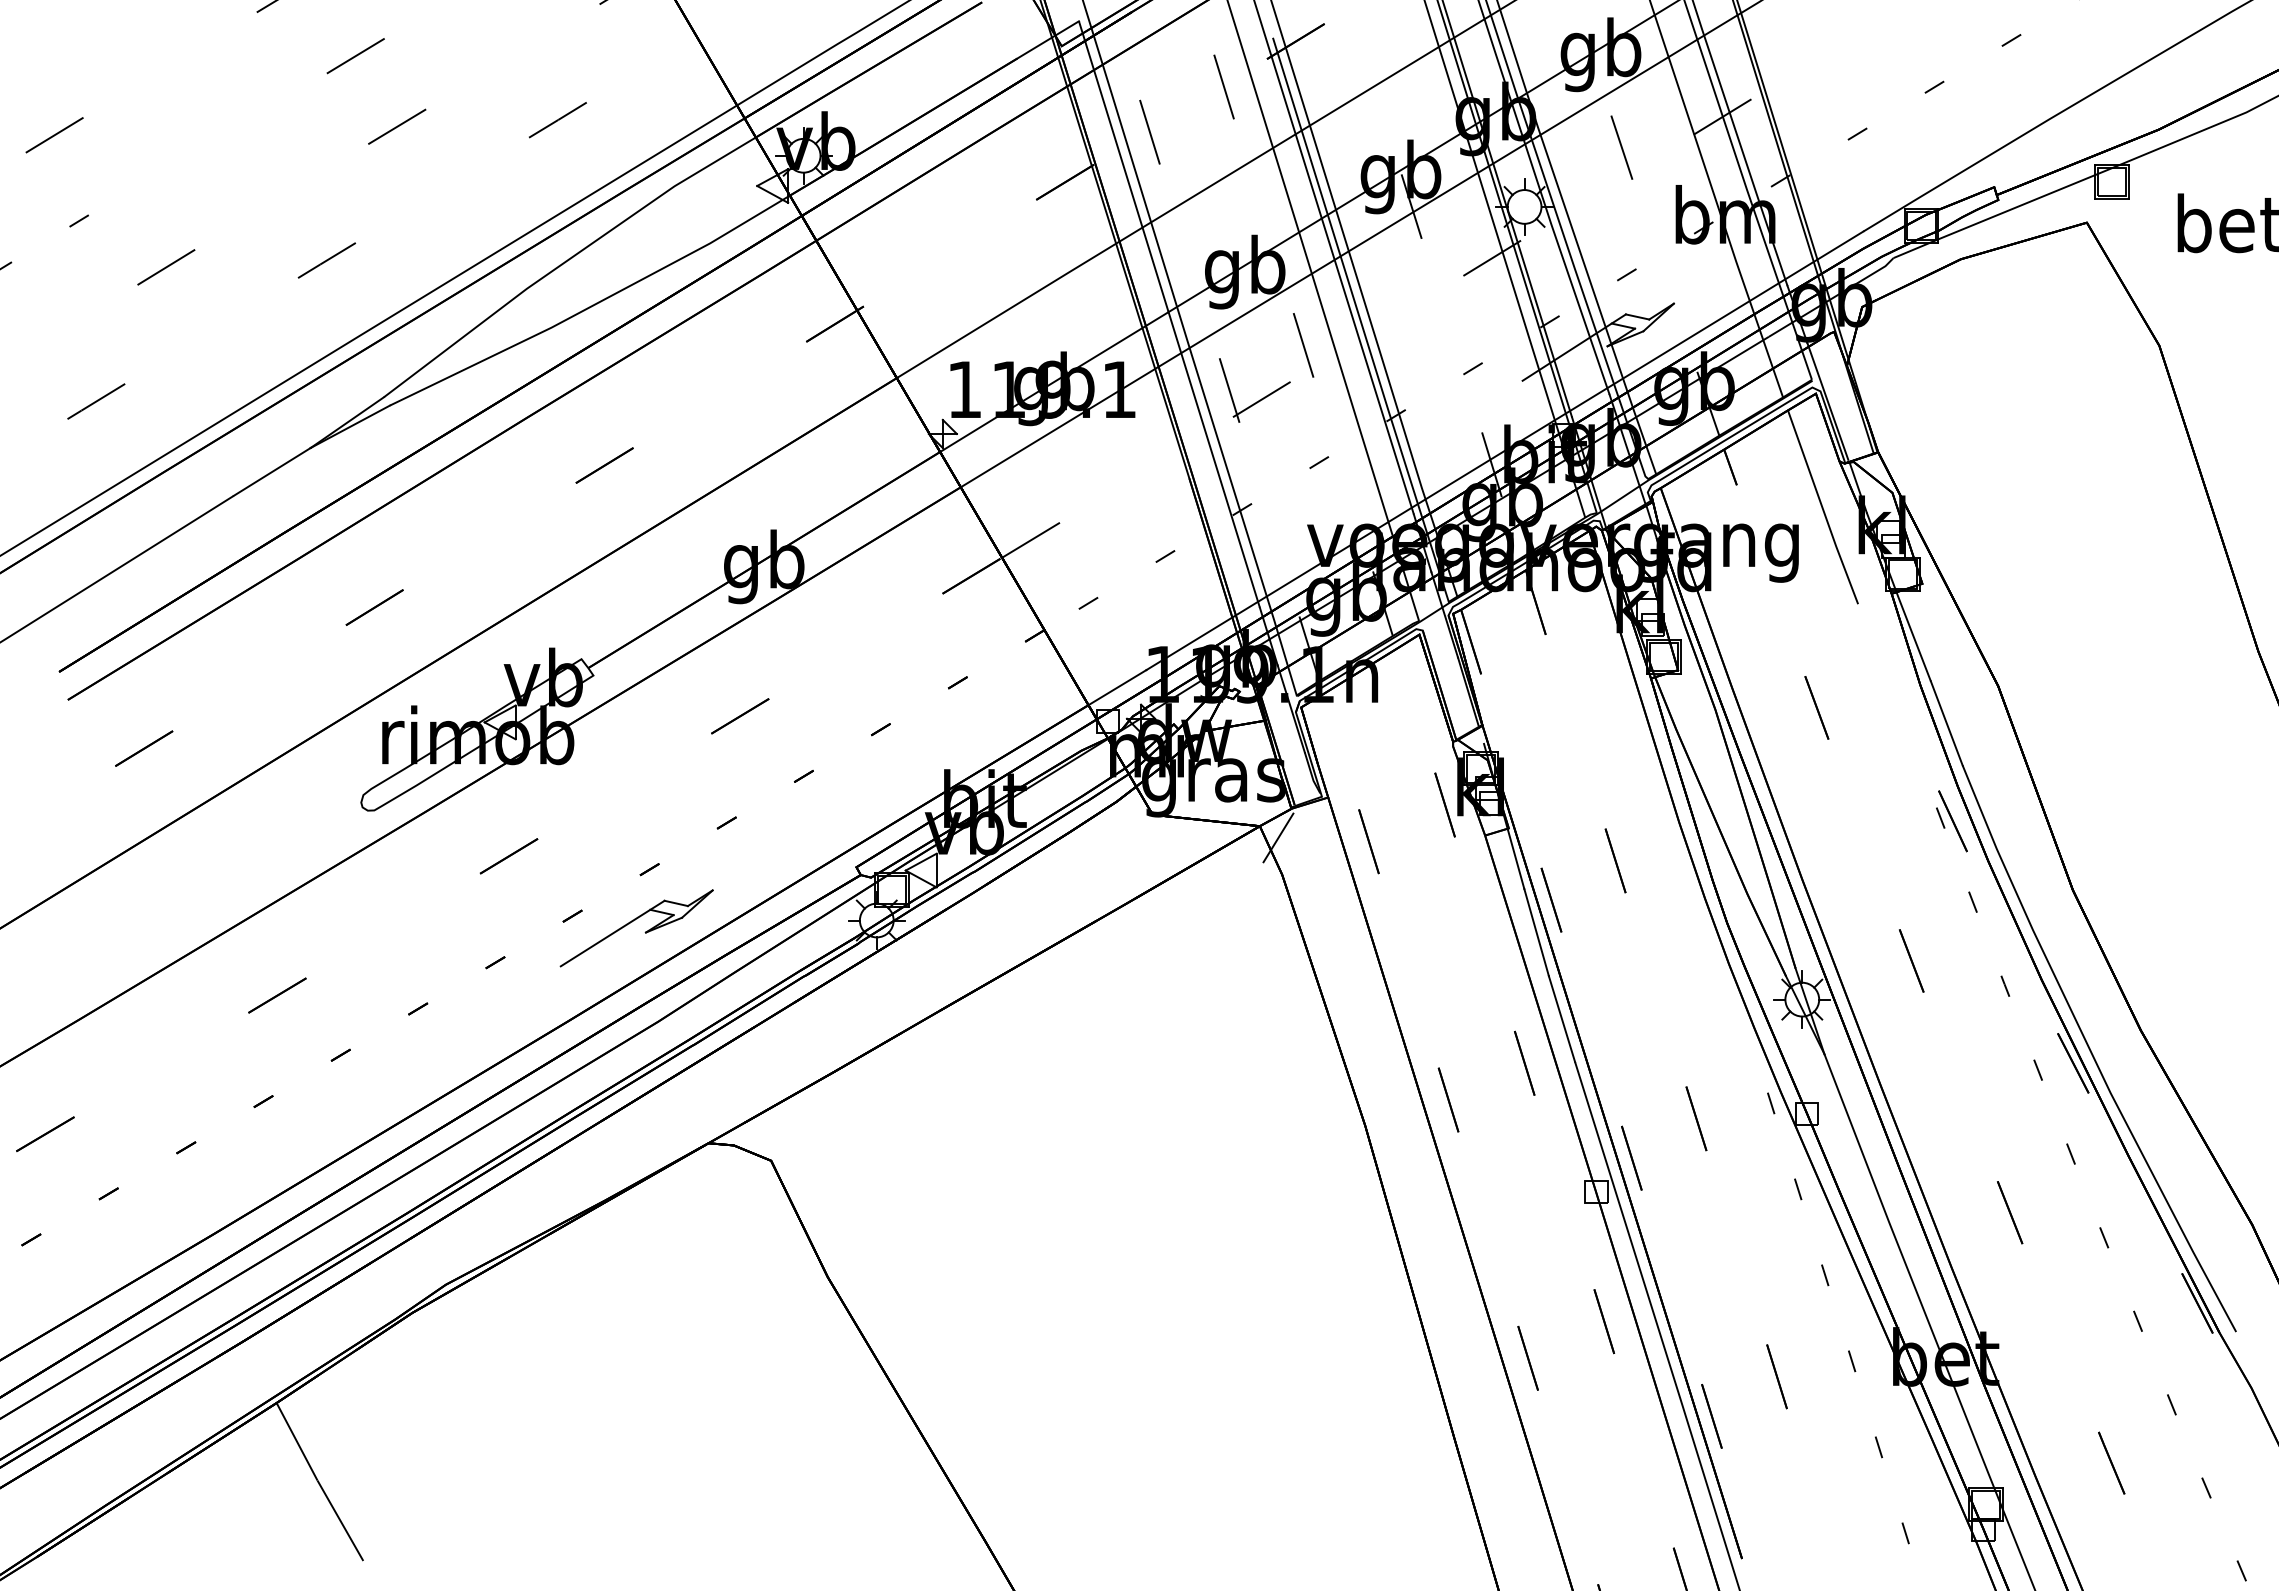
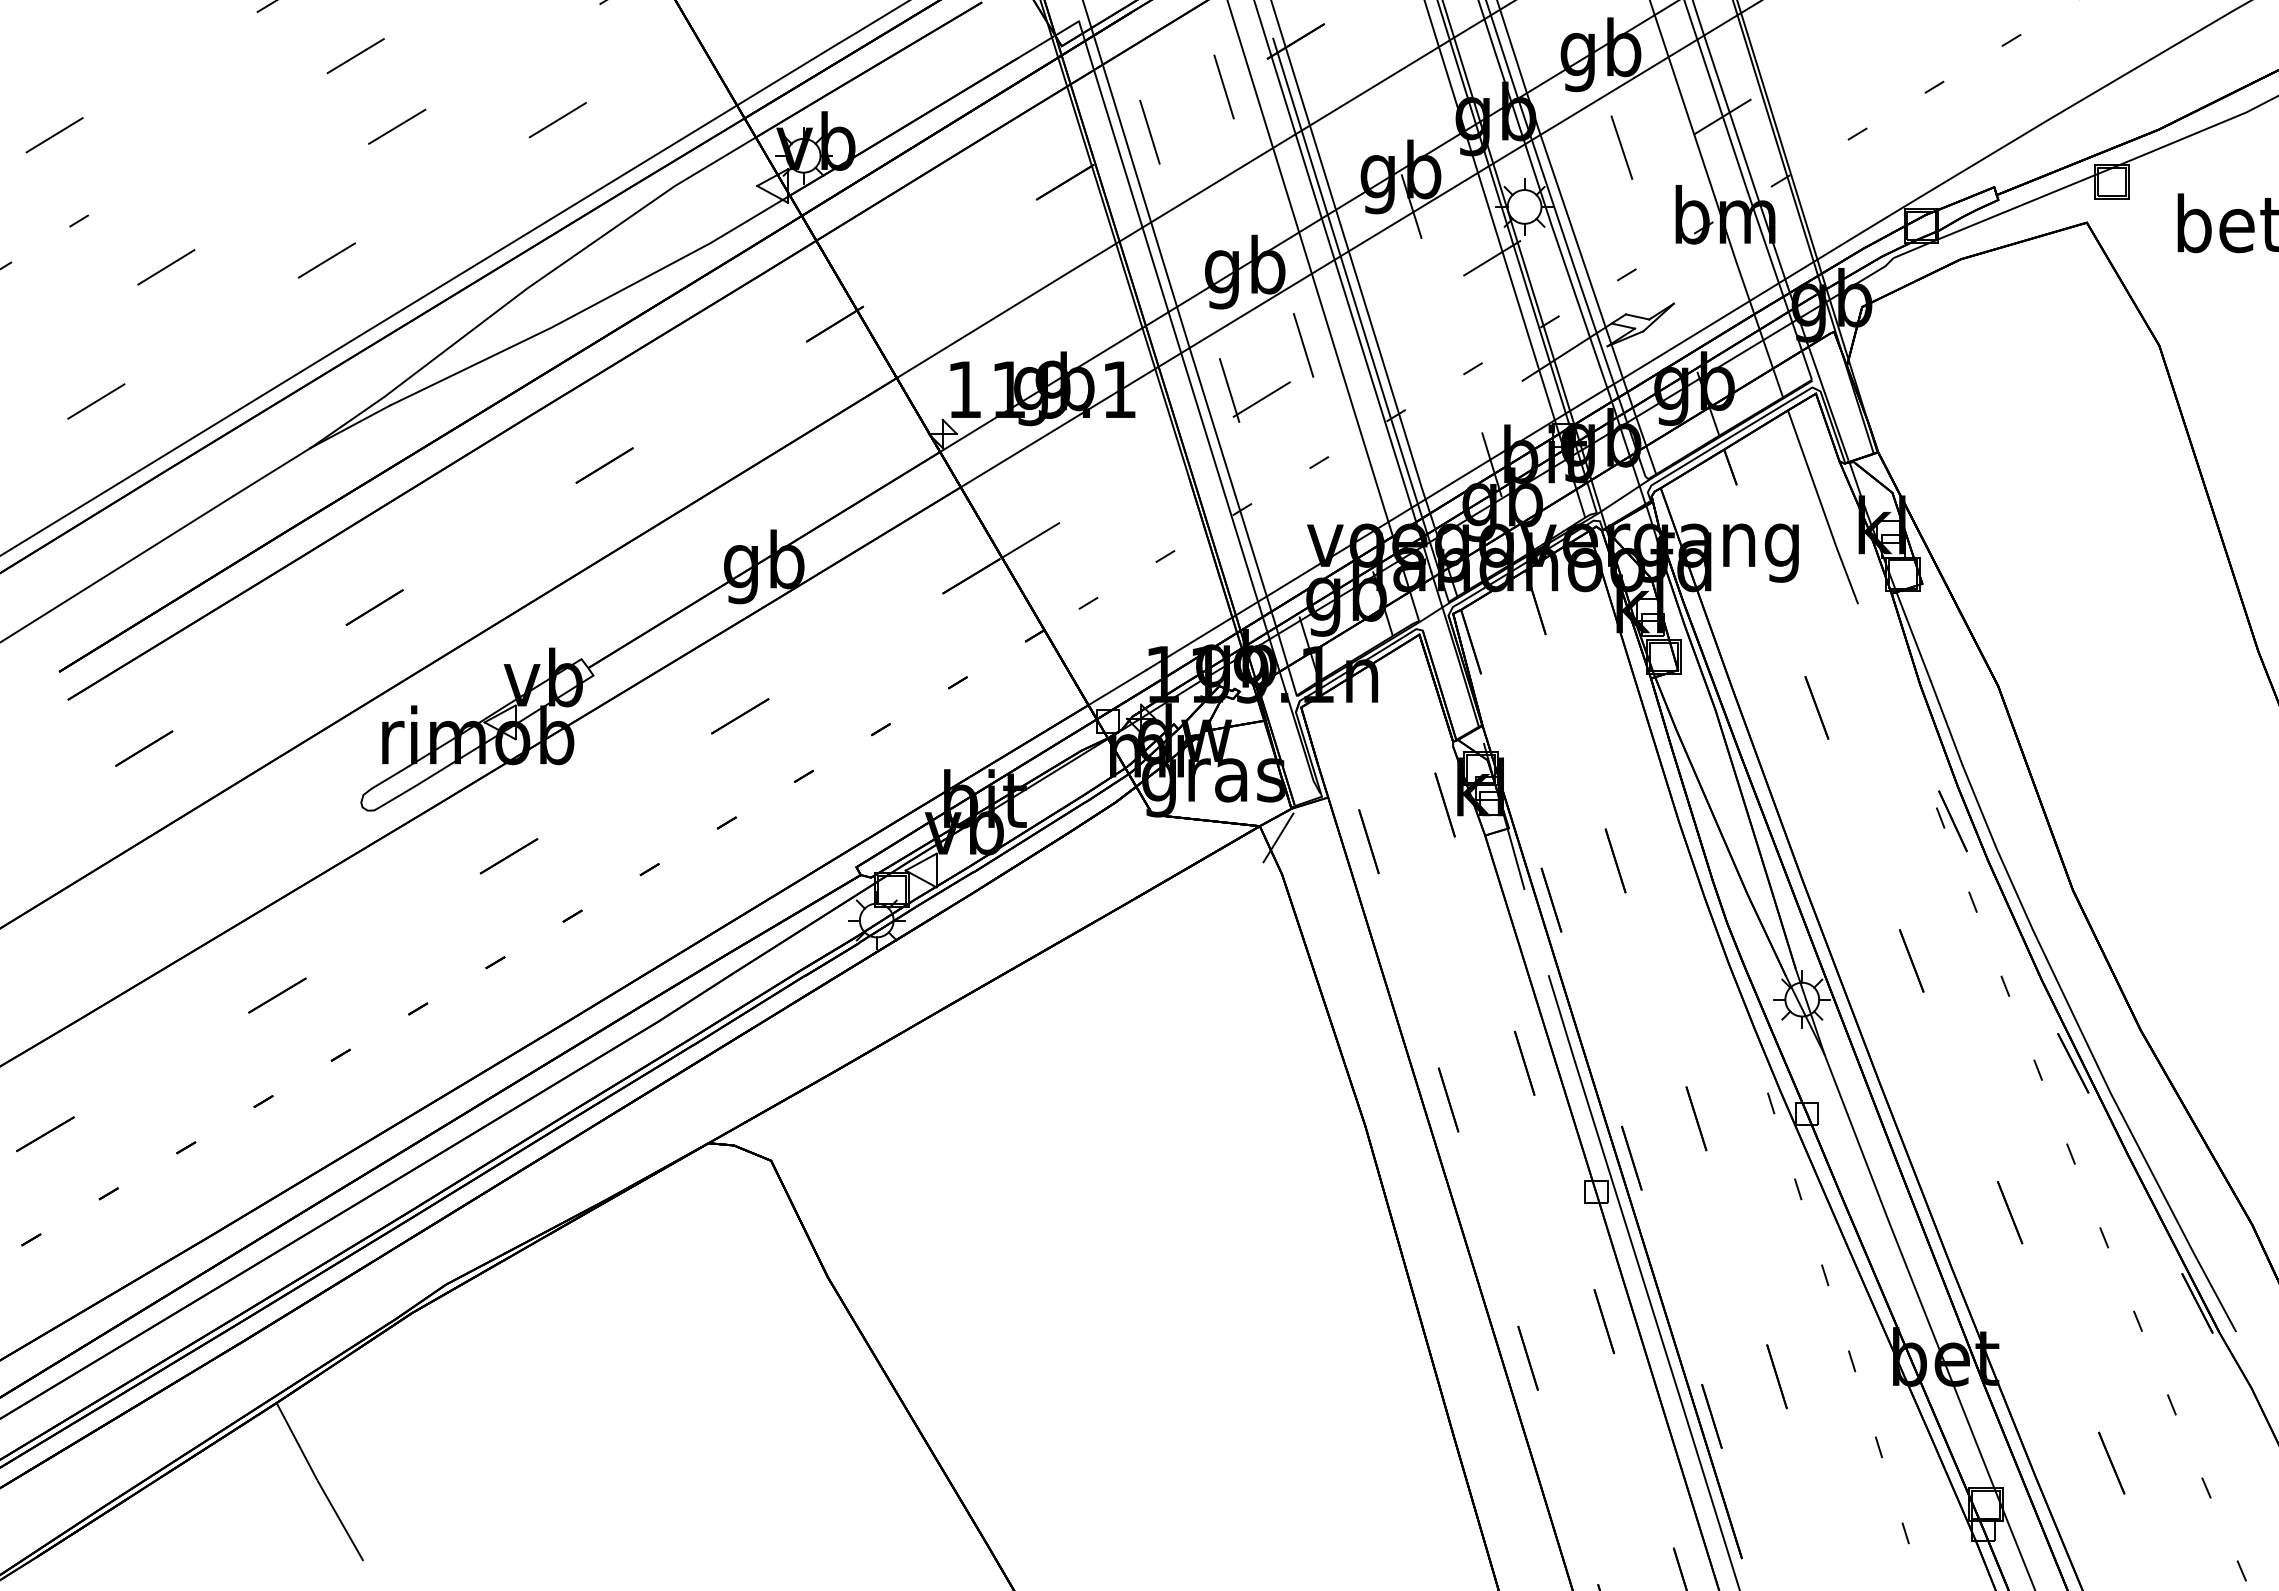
part at (632, 922): present -> none
line at (1536, 932): present -> none
